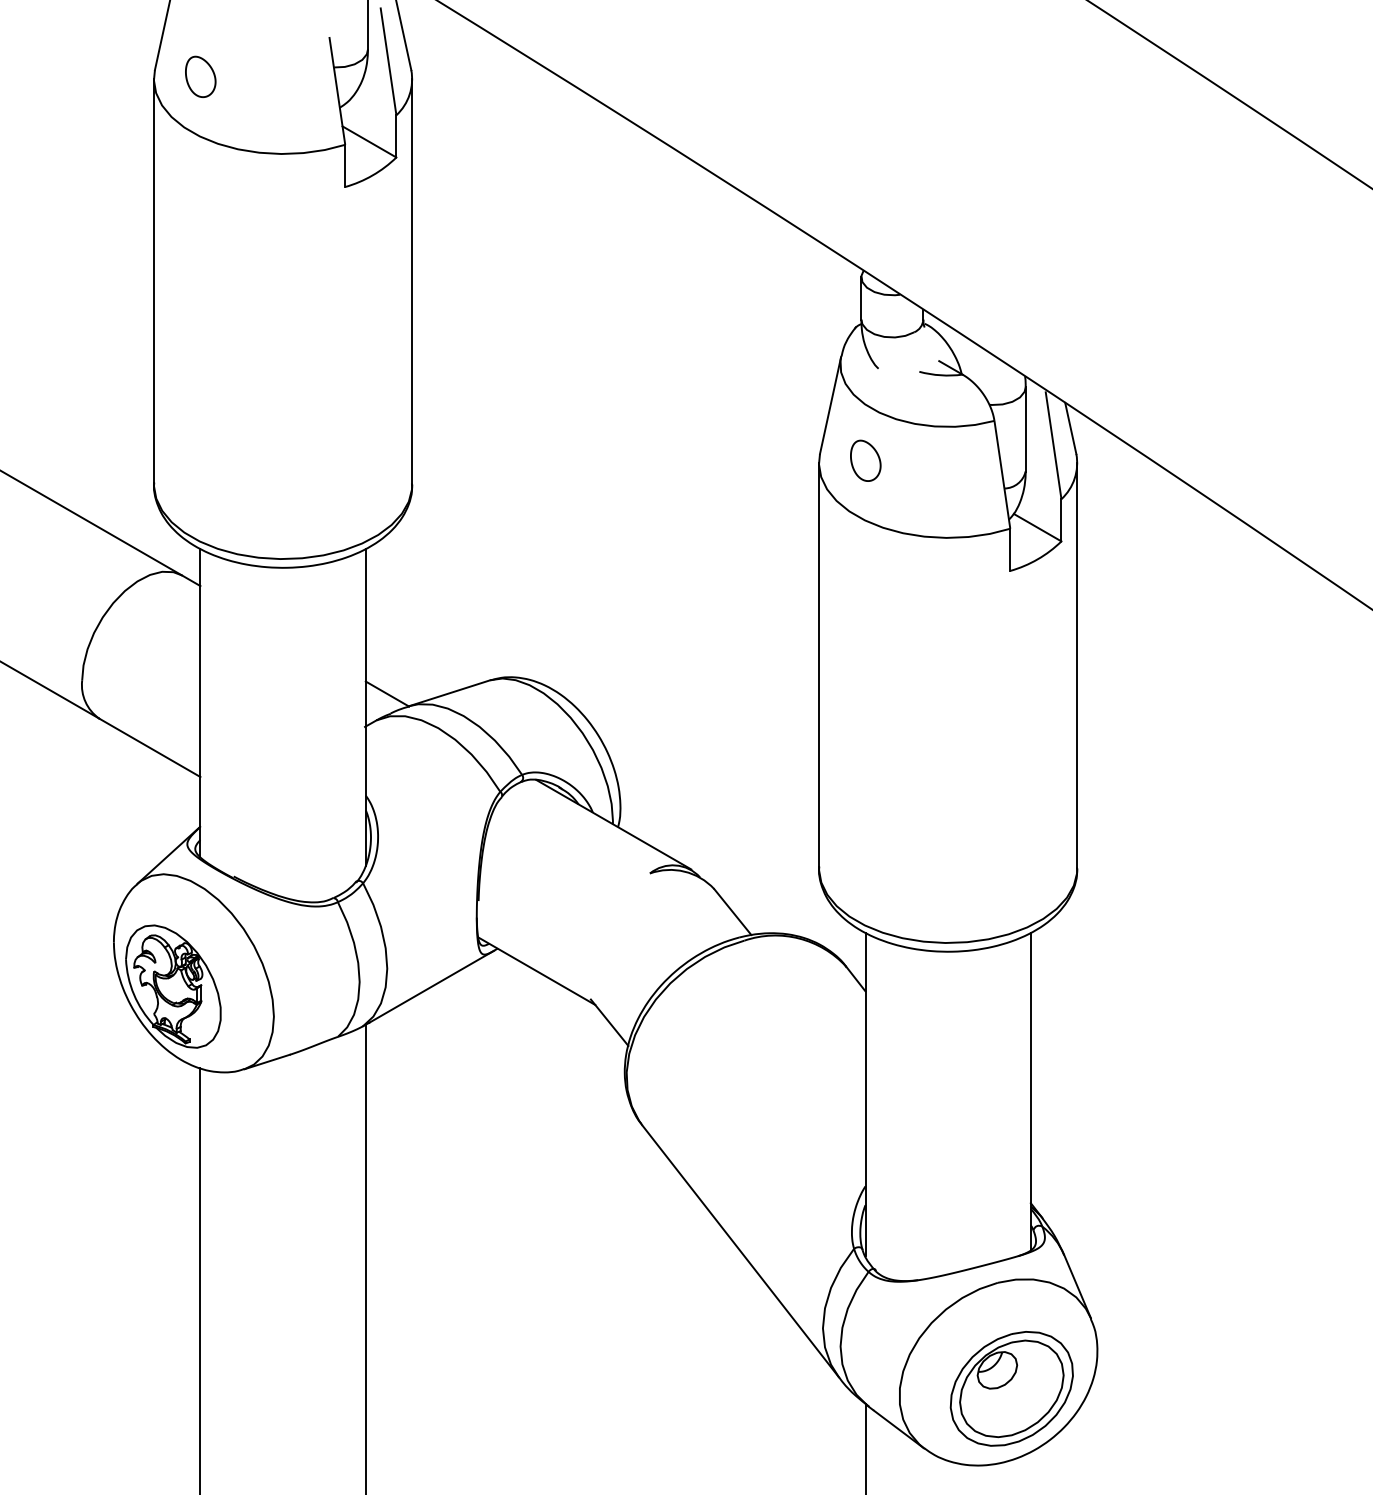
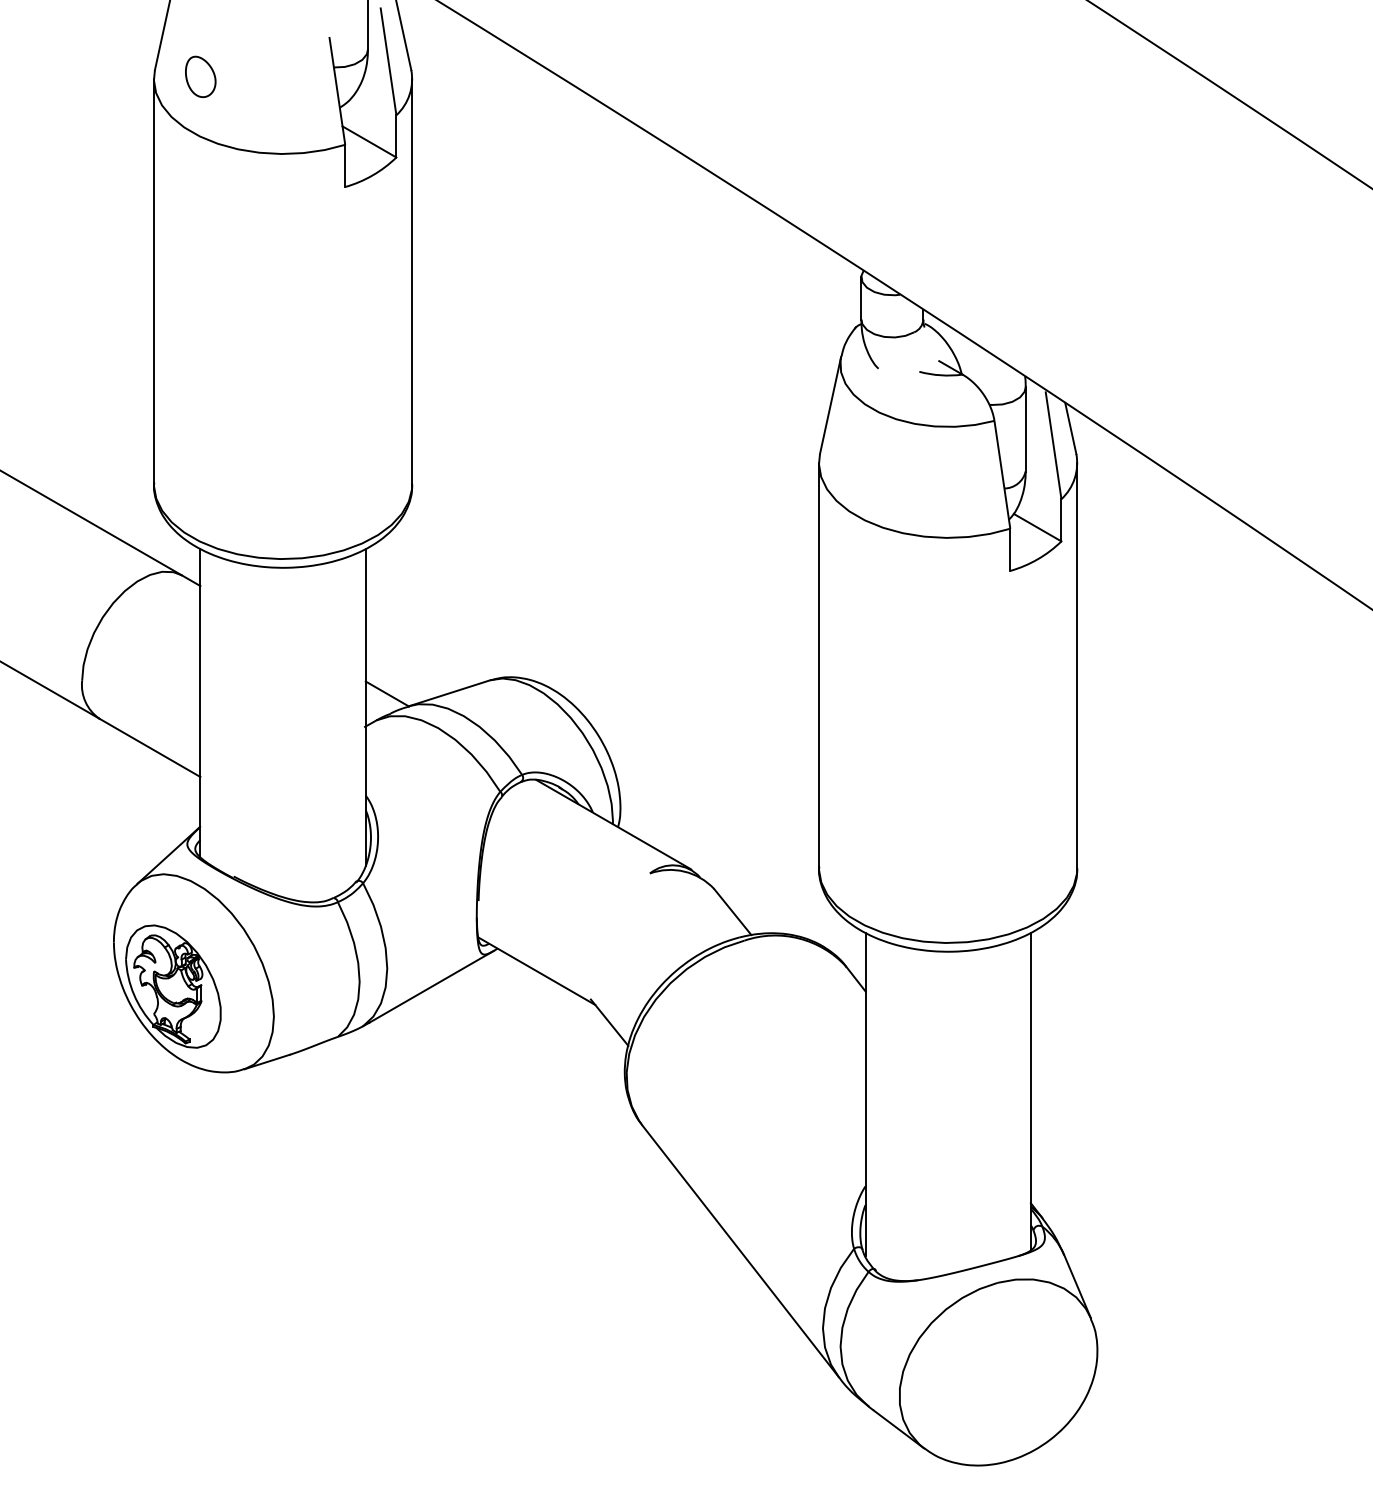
part at (865, 460): present -> none
line at (365, 1257): present -> none
line at (200, 1279): present -> none
part at (1011, 1388): present -> none
line at (865, 1447): present -> none
